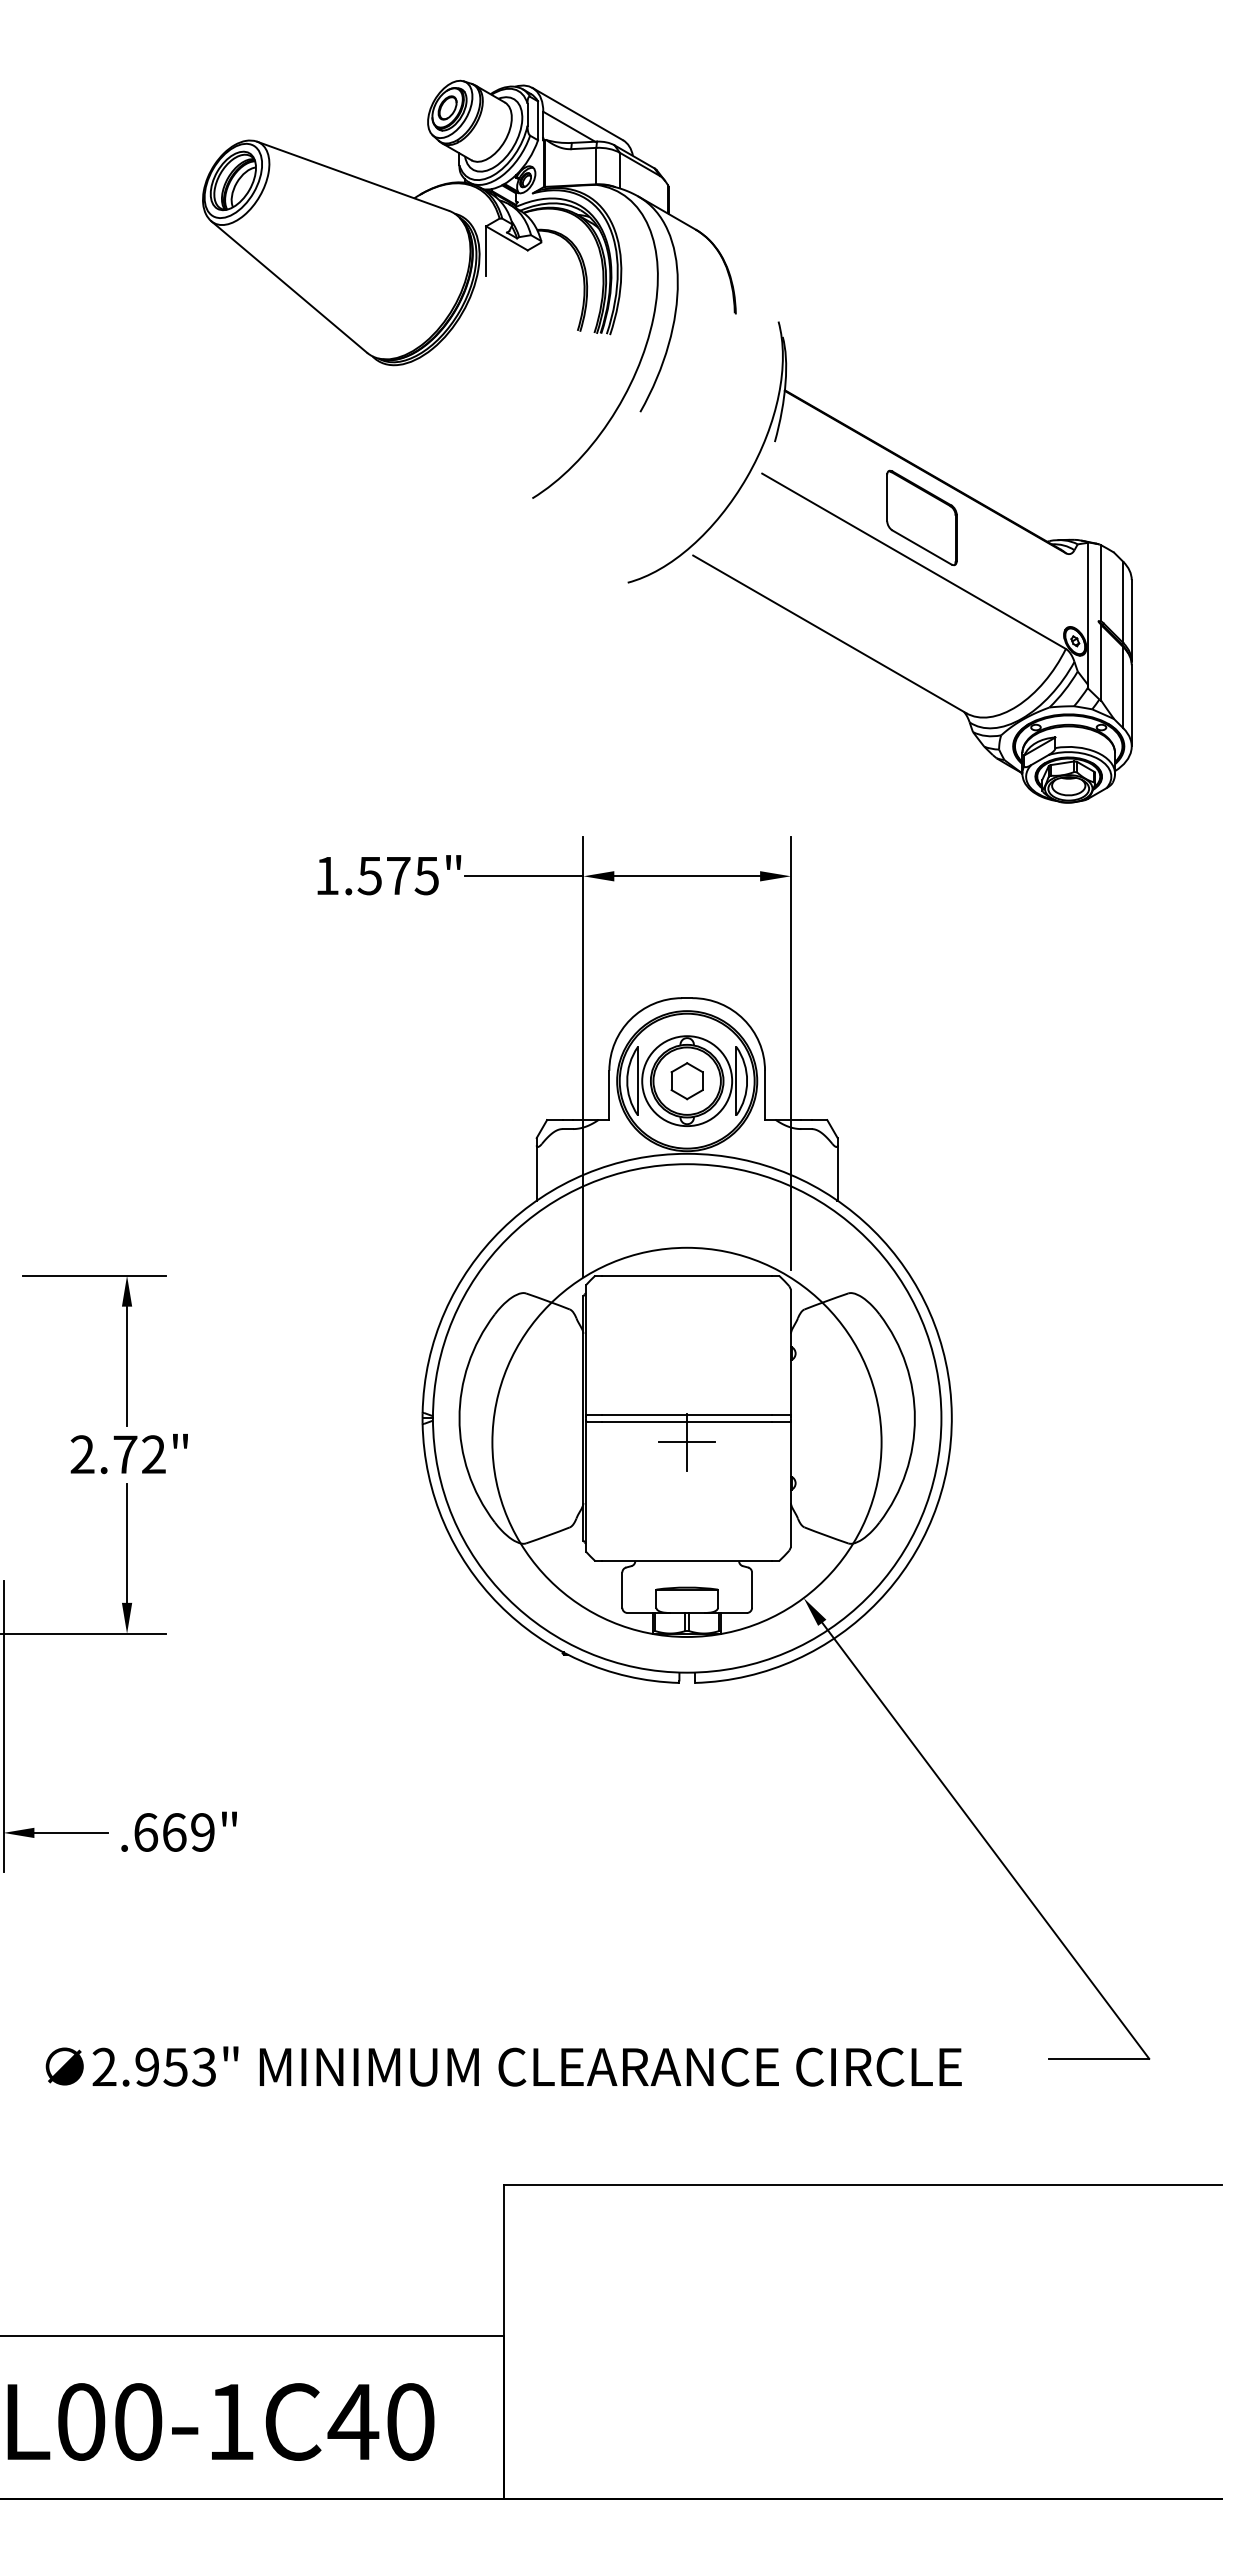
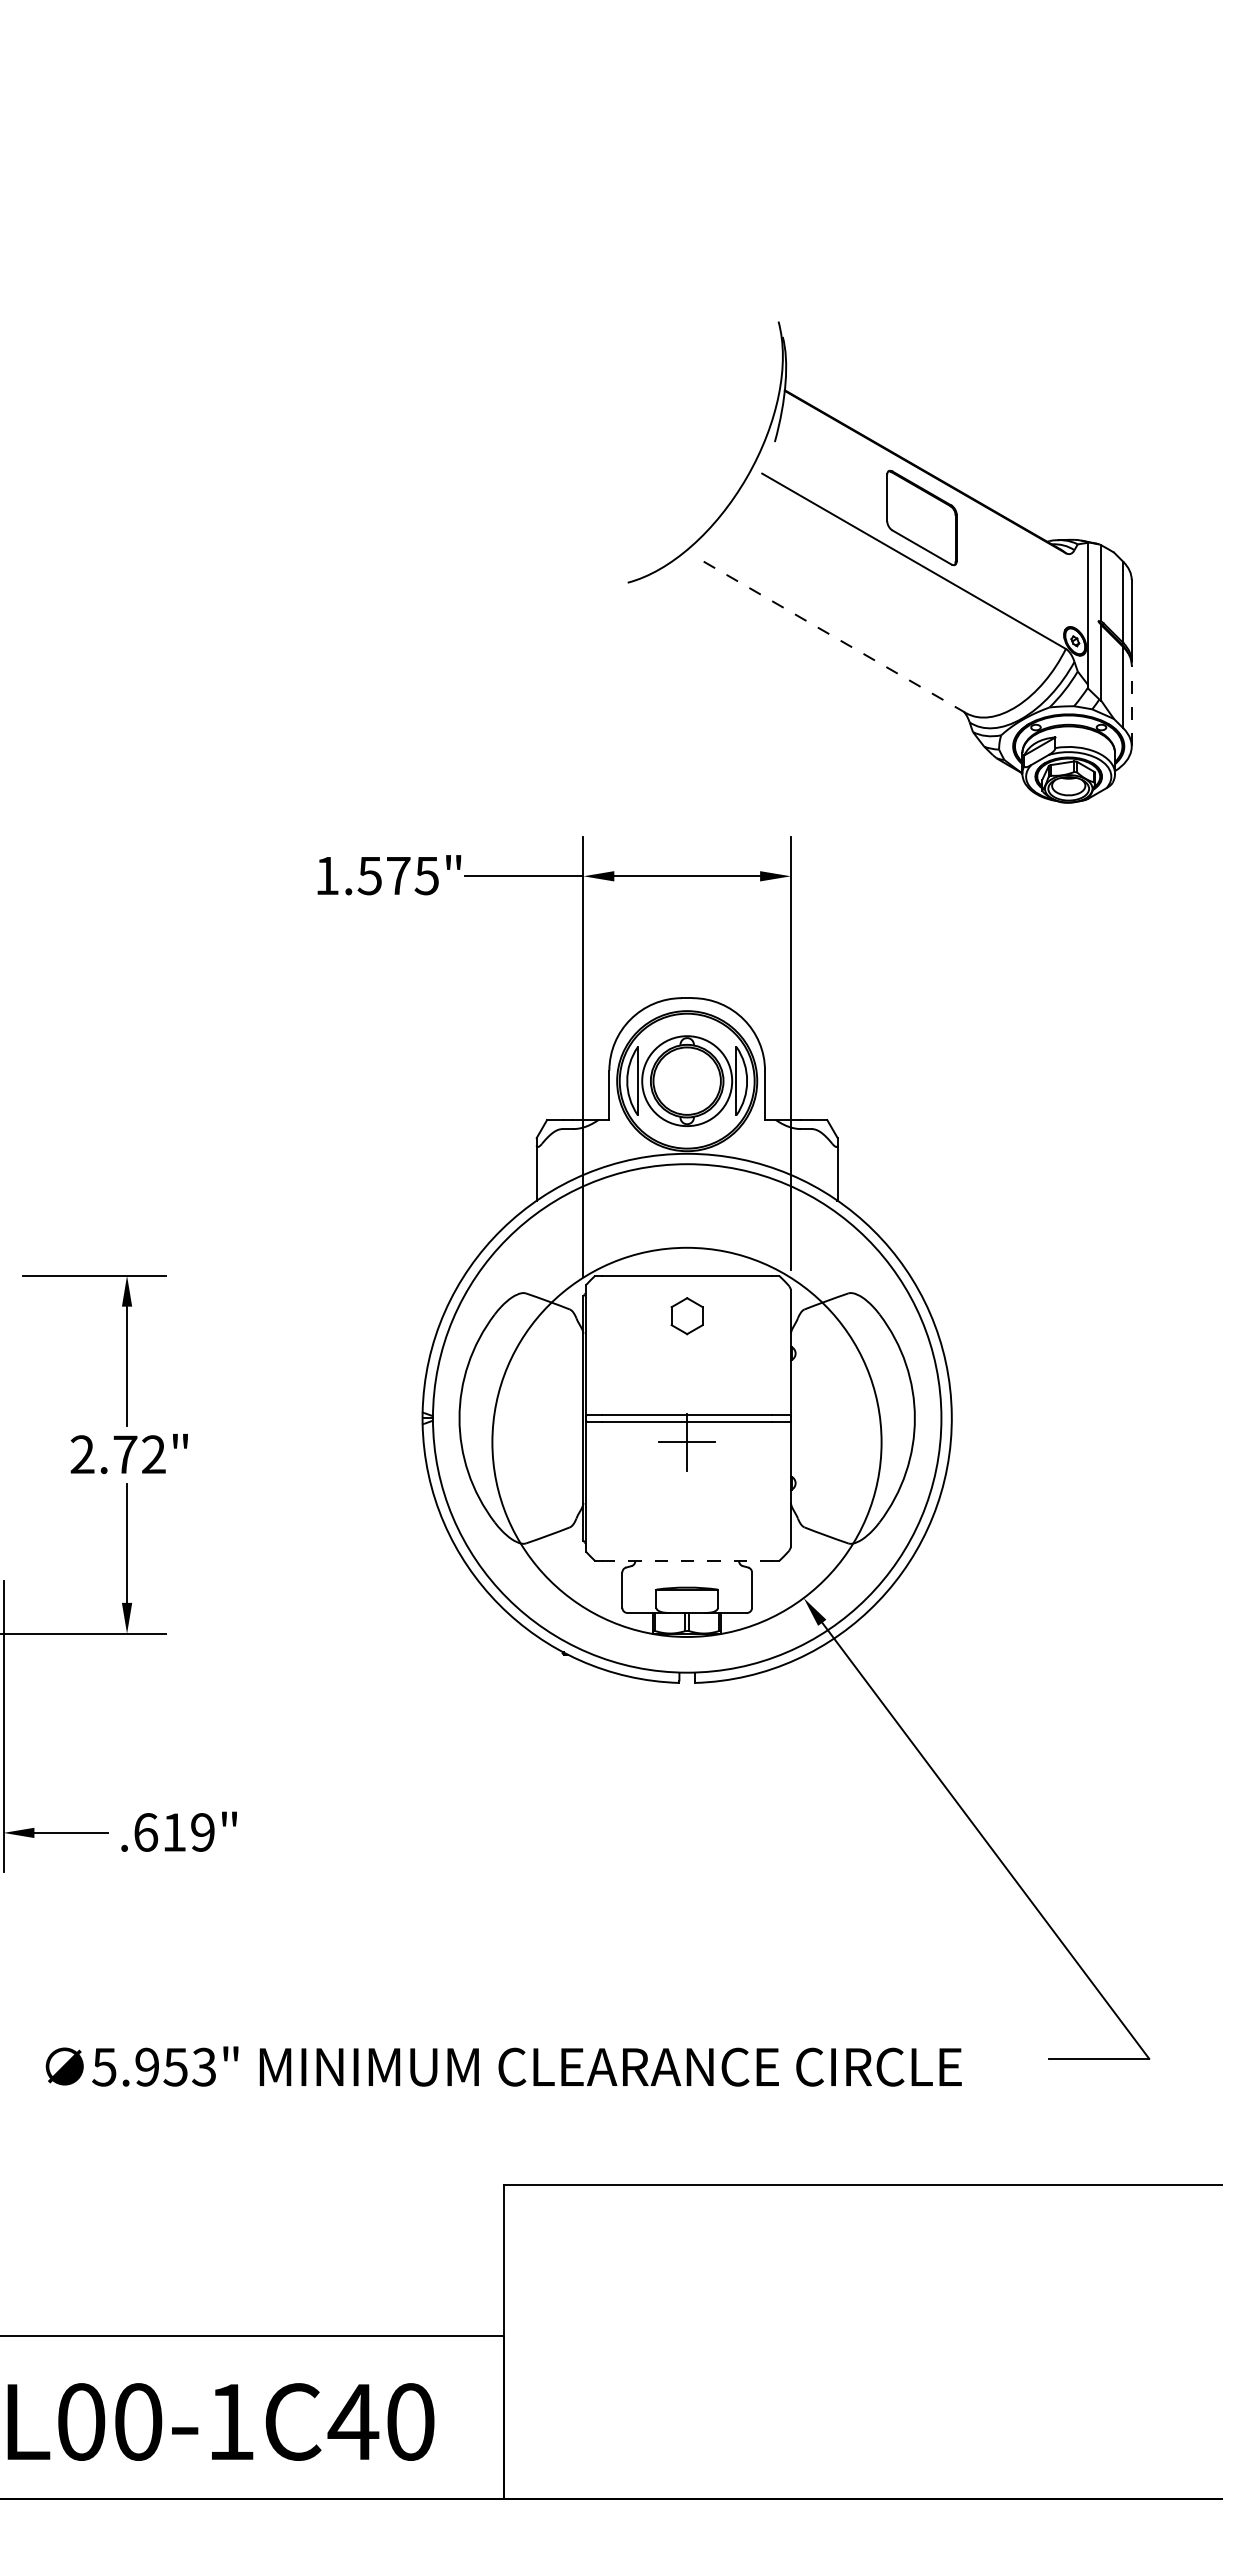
part at (469, 288): present -> none
line at (829, 634): solid -> dashed
line at (1131, 705): solid -> dashed
part at (686, 1081) position: (686, 1081) -> (686, 1316)
line at (687, 1561): solid -> dashed
text at (174, 1832): .669" -> .619"
text at (104, 2066): 2.953" -> 5.953"
